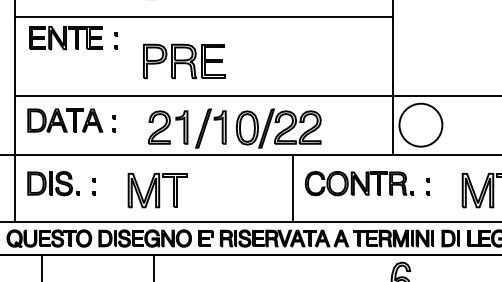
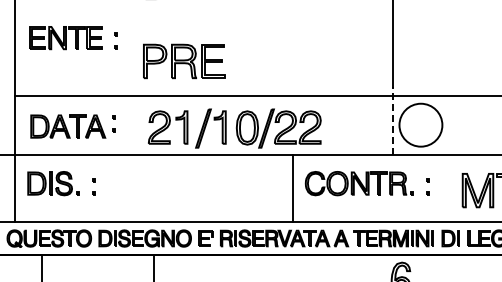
line at (203, 17): present -> none
part at (65, 120) position: (65, 120) -> (68, 126)
line at (393, 121): solid -> dashed
part at (157, 190): present -> none
